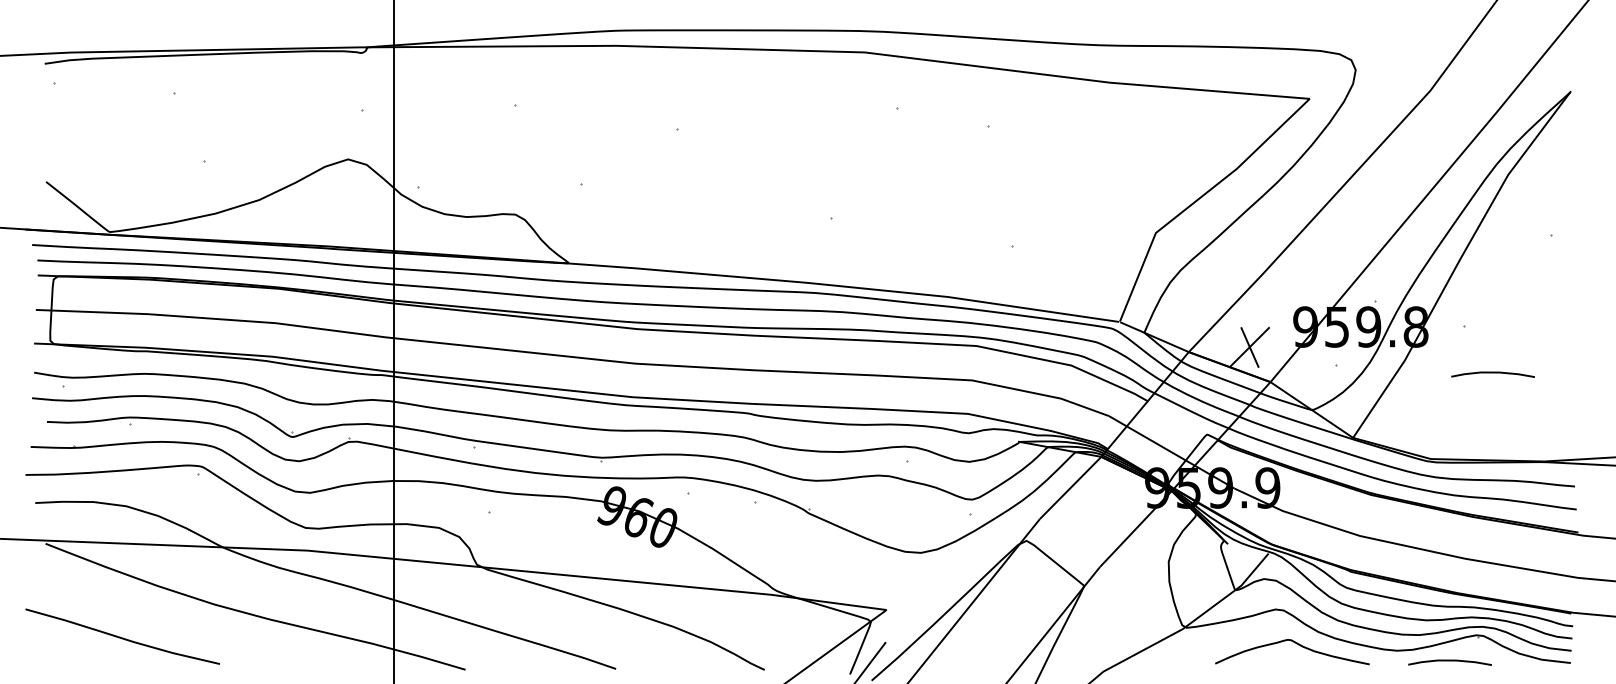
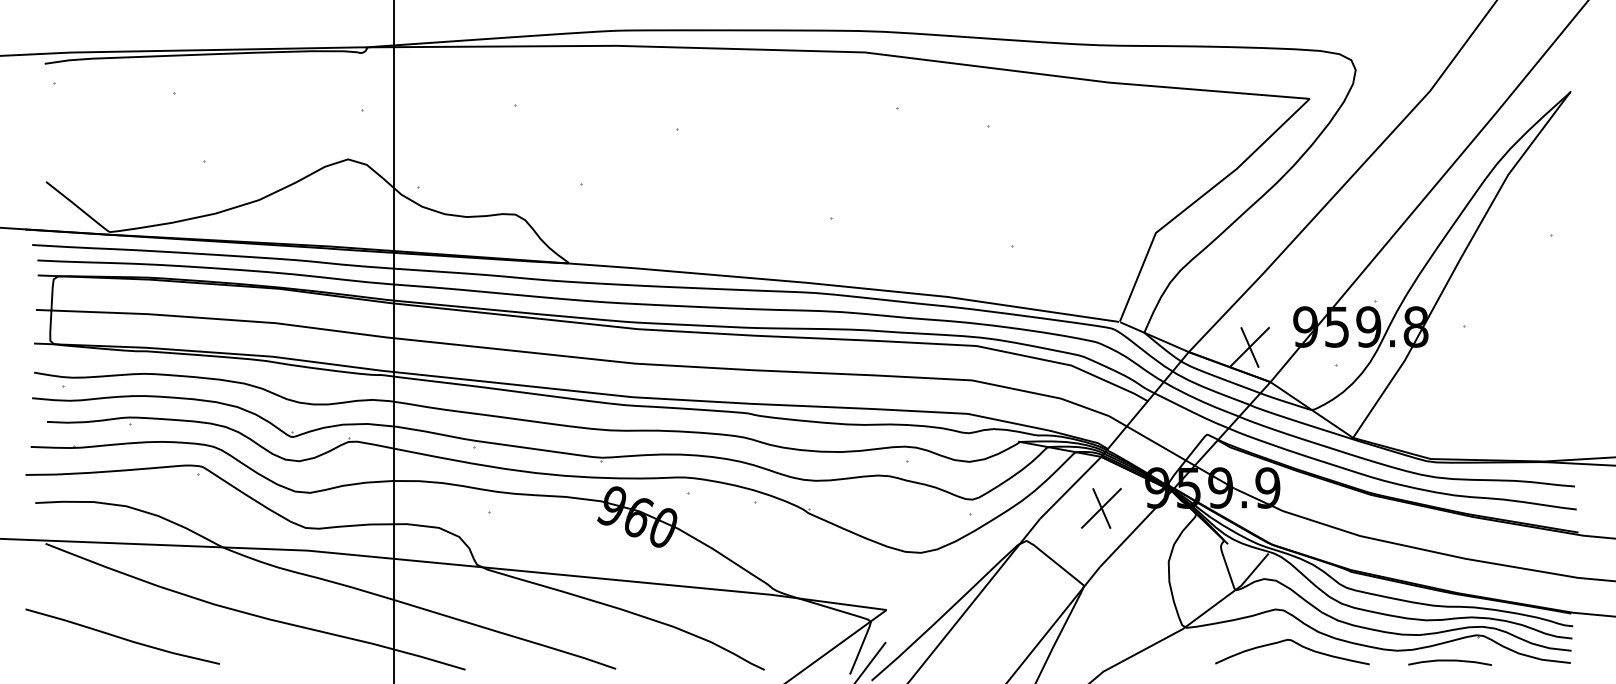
curve at (1492, 373): present -> none
part at (1101, 508): none -> present
